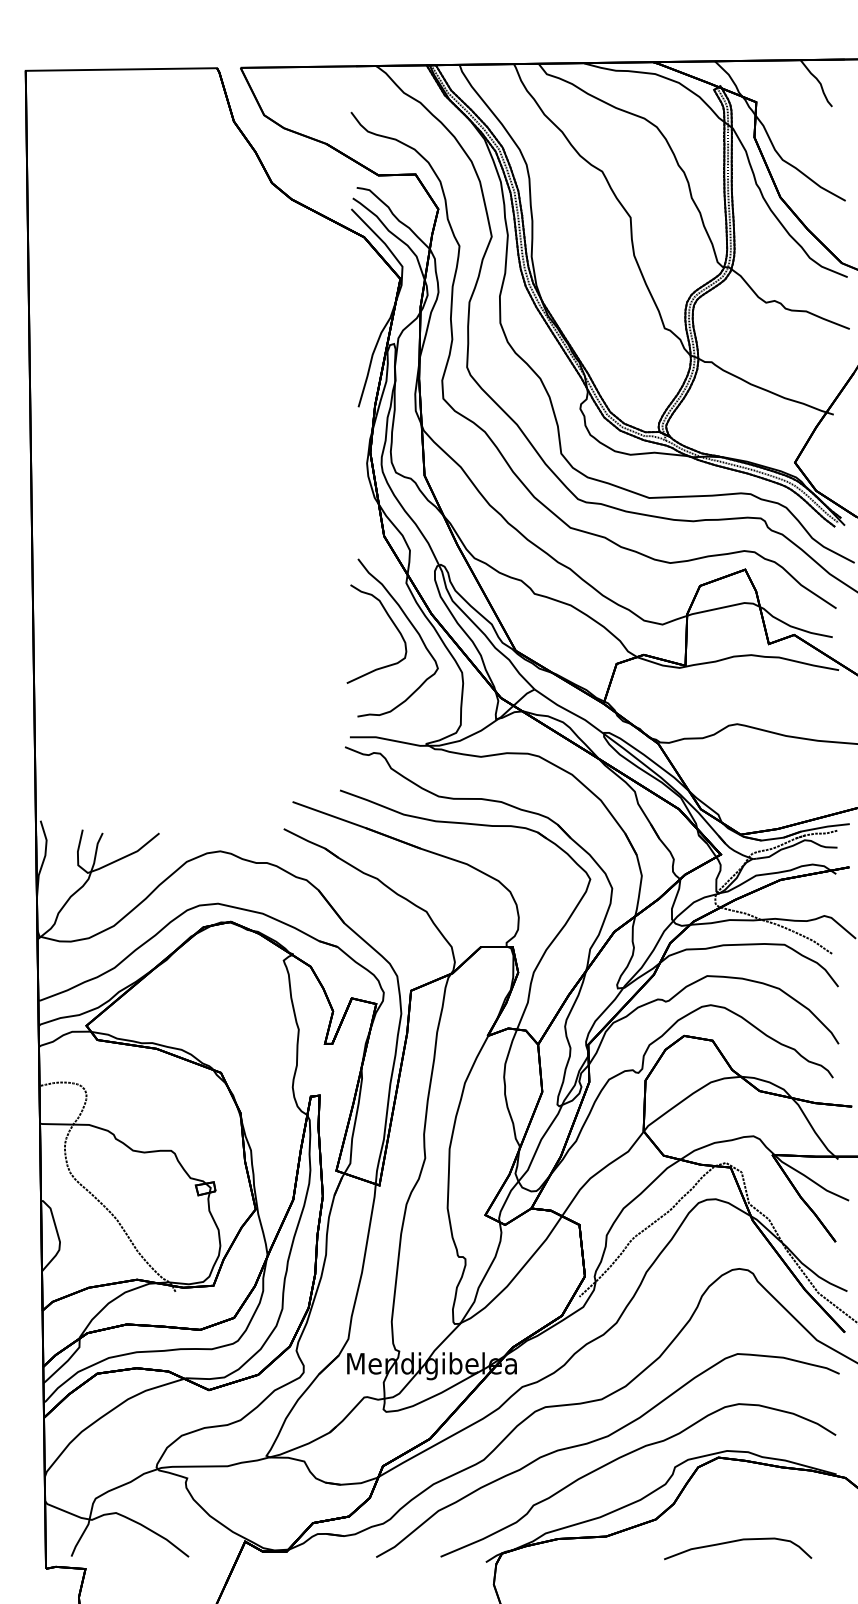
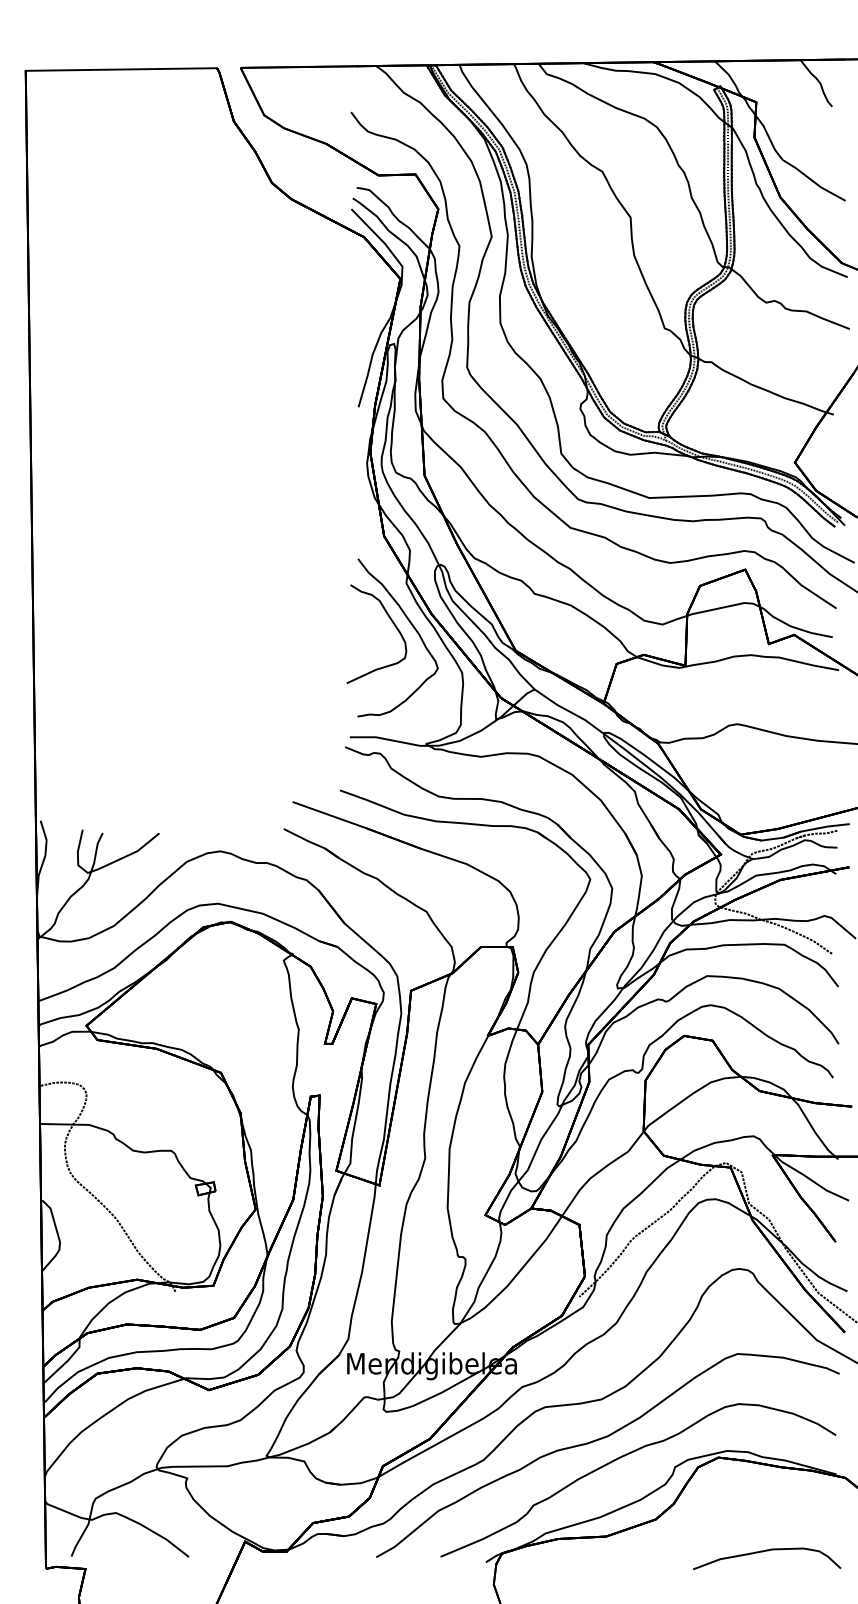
curve at (738, 1541) position: (738, 1541) -> (767, 1551)
